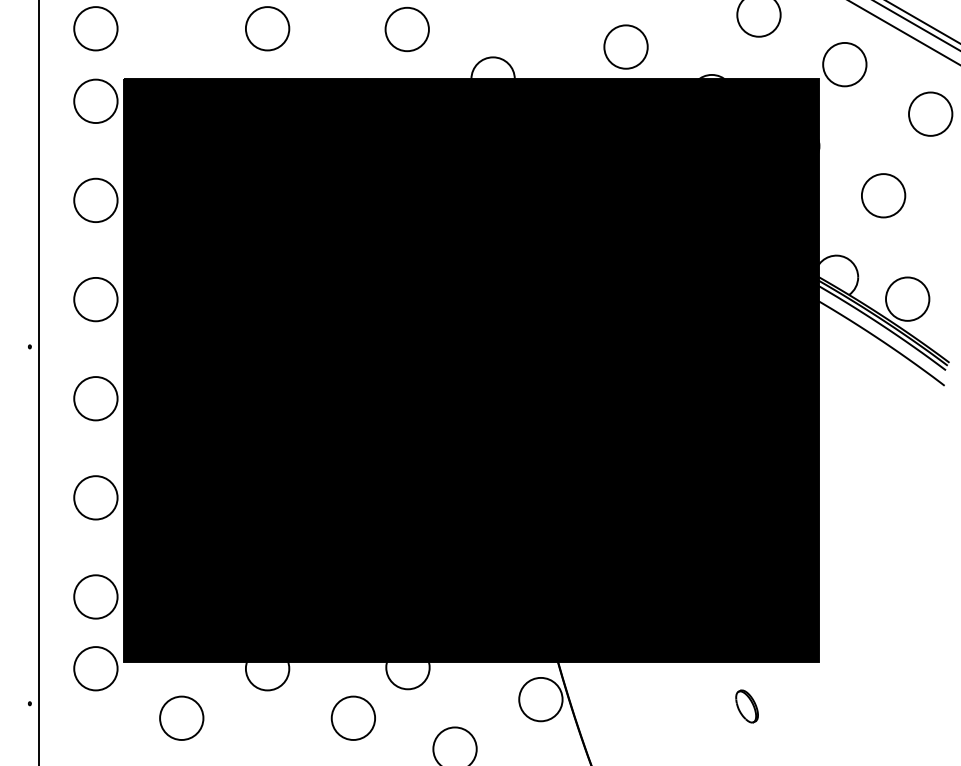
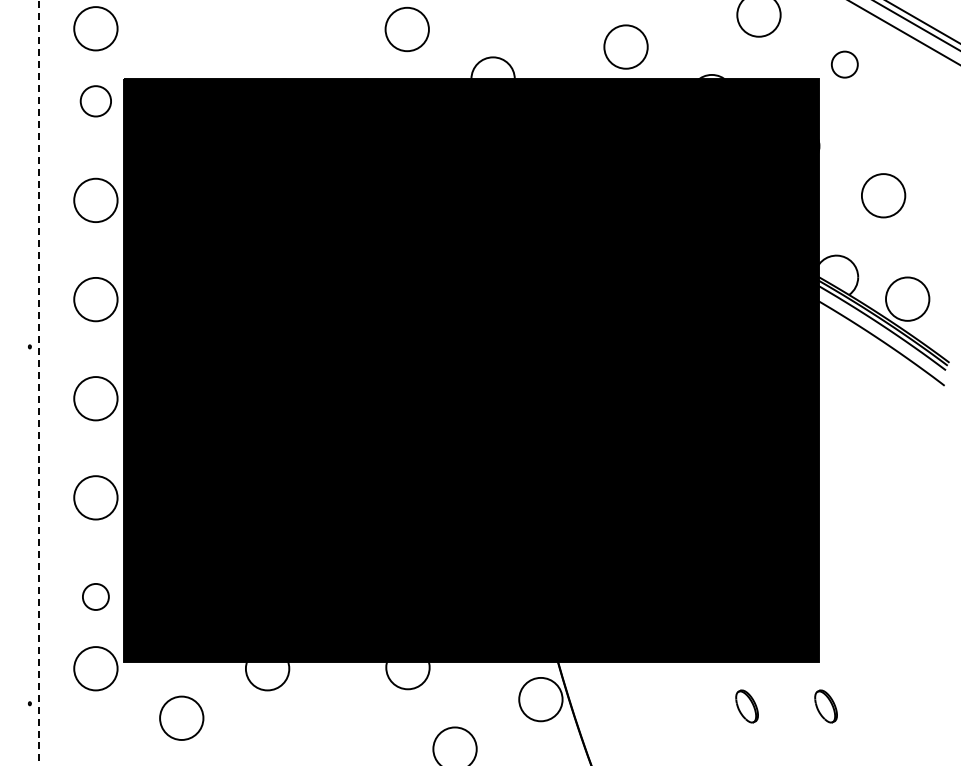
circle at (267, 28): present -> none
circle at (844, 64) diameter: 43 px -> 26 px
circle at (95, 101) diameter: 43 px -> 30 px
circle at (930, 113): present -> none
line at (38, 383): solid -> dashed
circle at (95, 596) diameter: 43 px -> 26 px
part at (825, 706): none -> present
circle at (352, 717): present -> none
